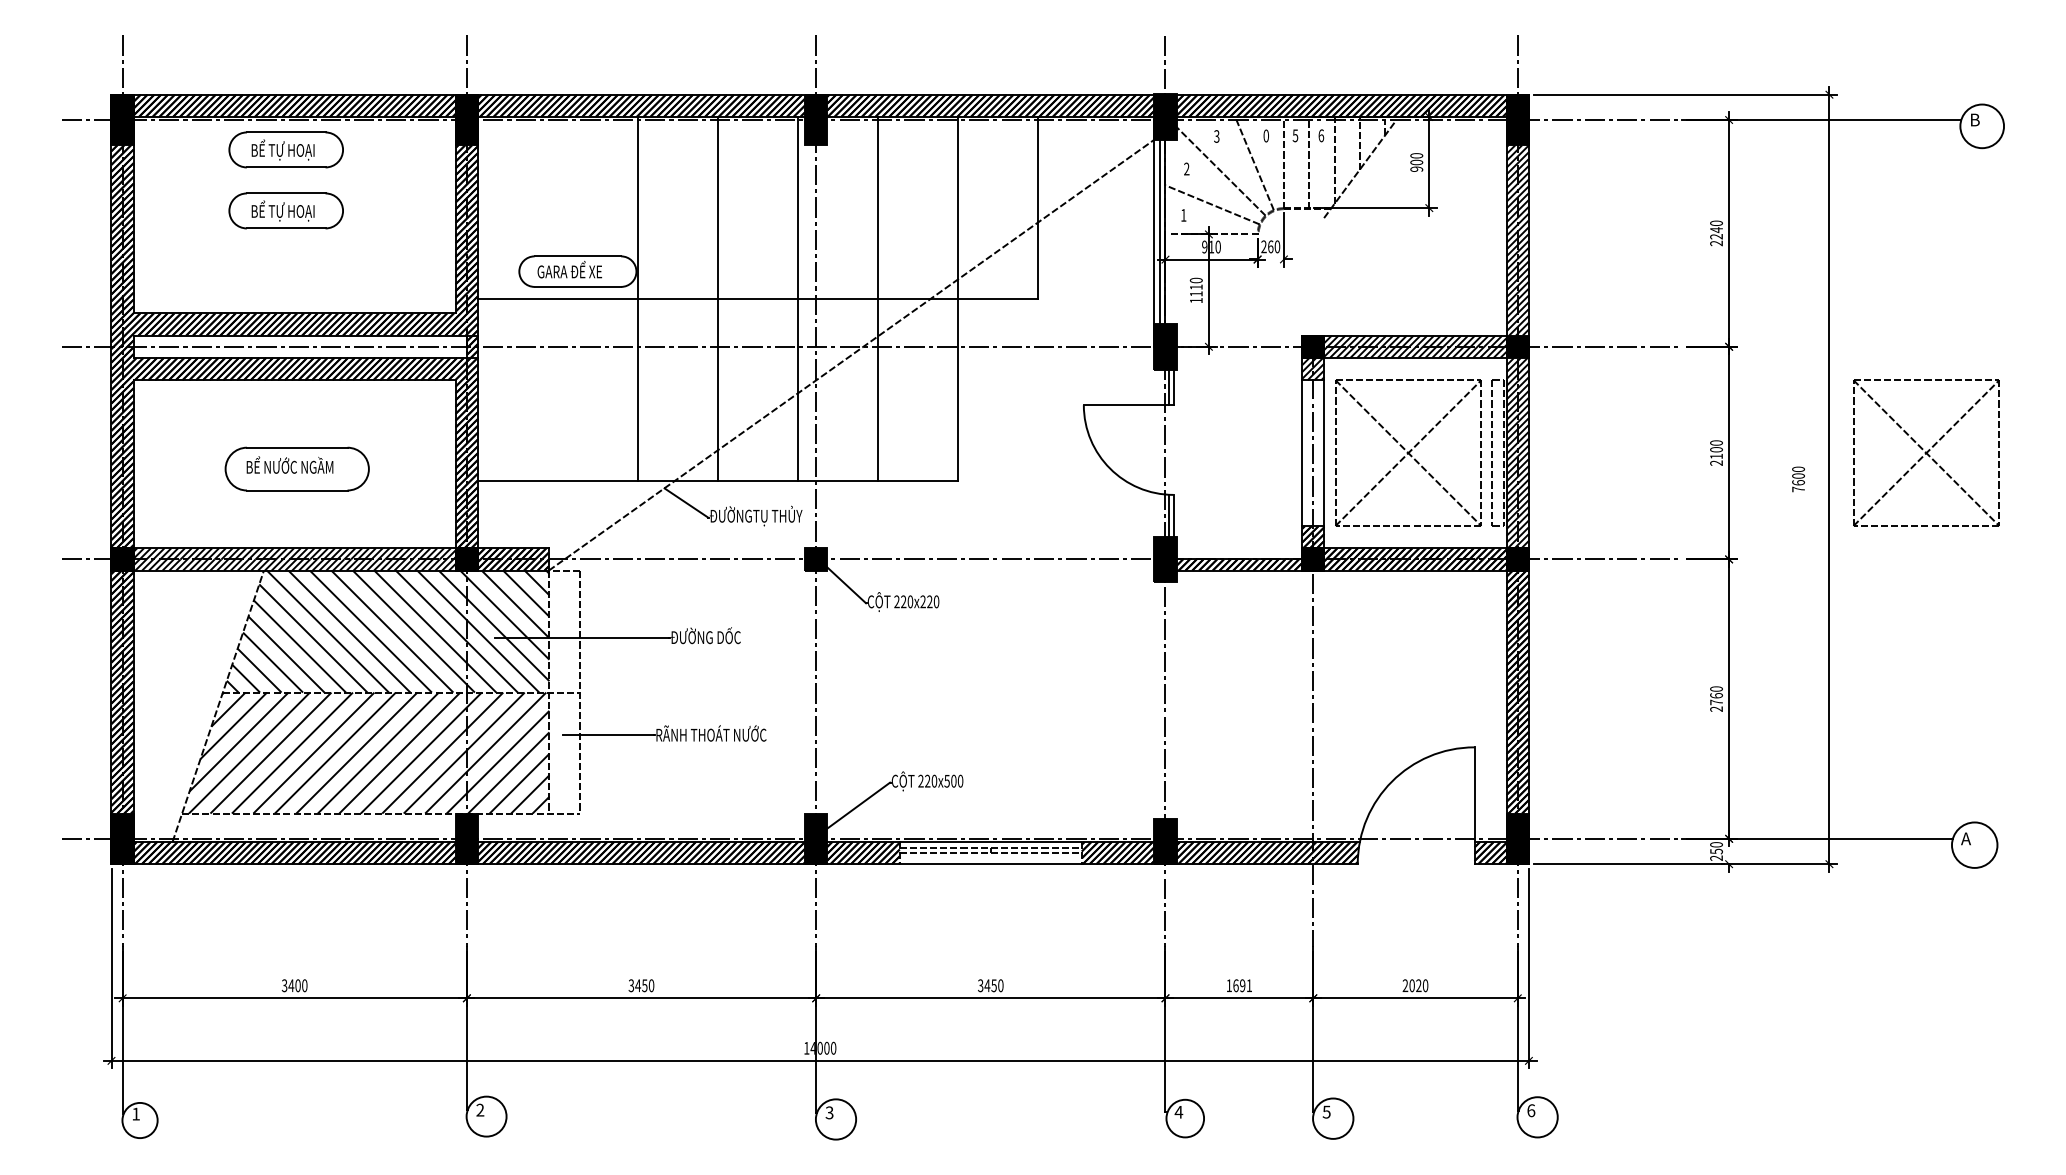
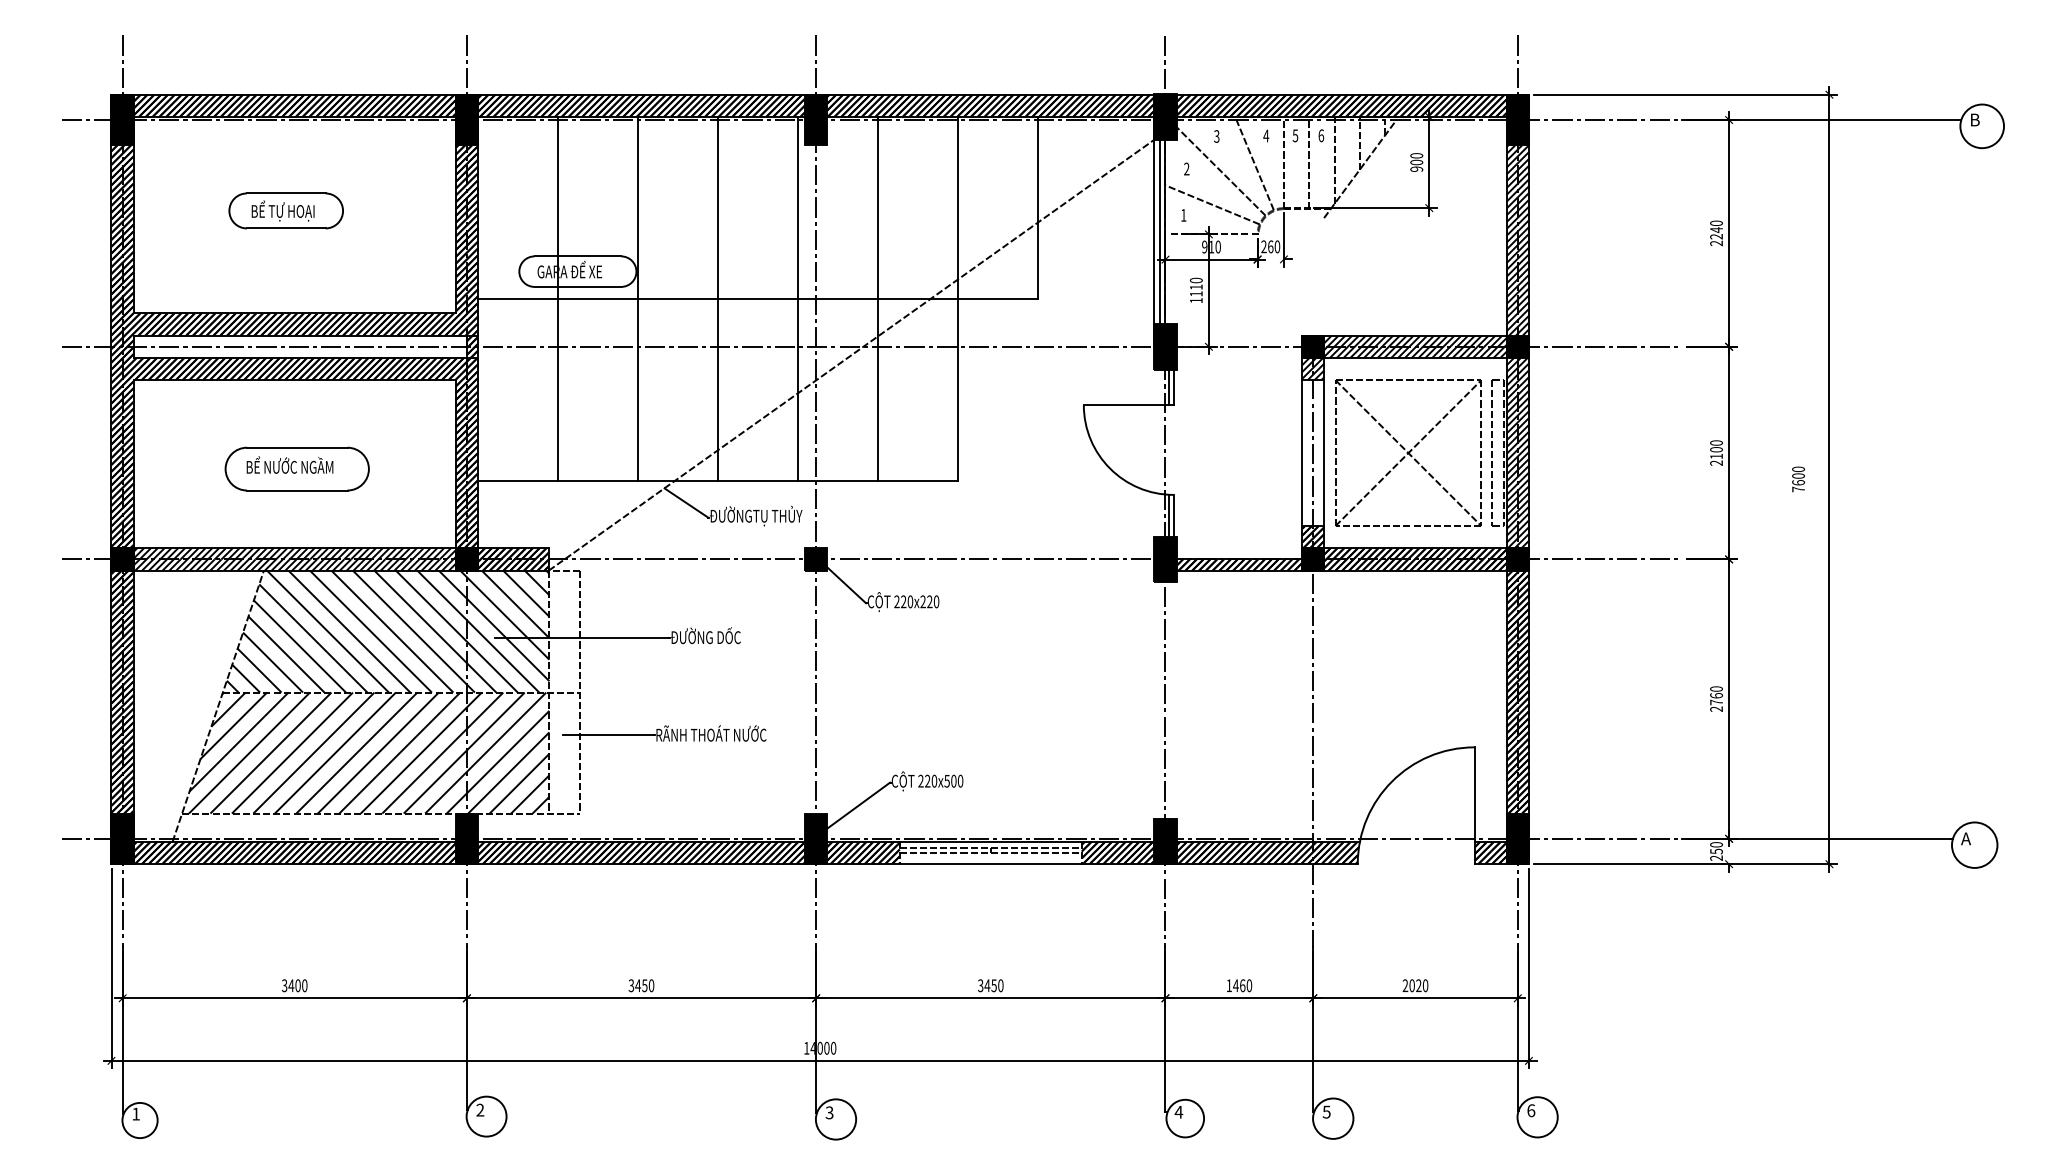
text at (1266, 135): 0 -> 4
part at (285, 149): present -> none
line at (557, 299): none -> present
part at (1926, 452): present -> none
text at (1242, 985): 1691 -> 1460
